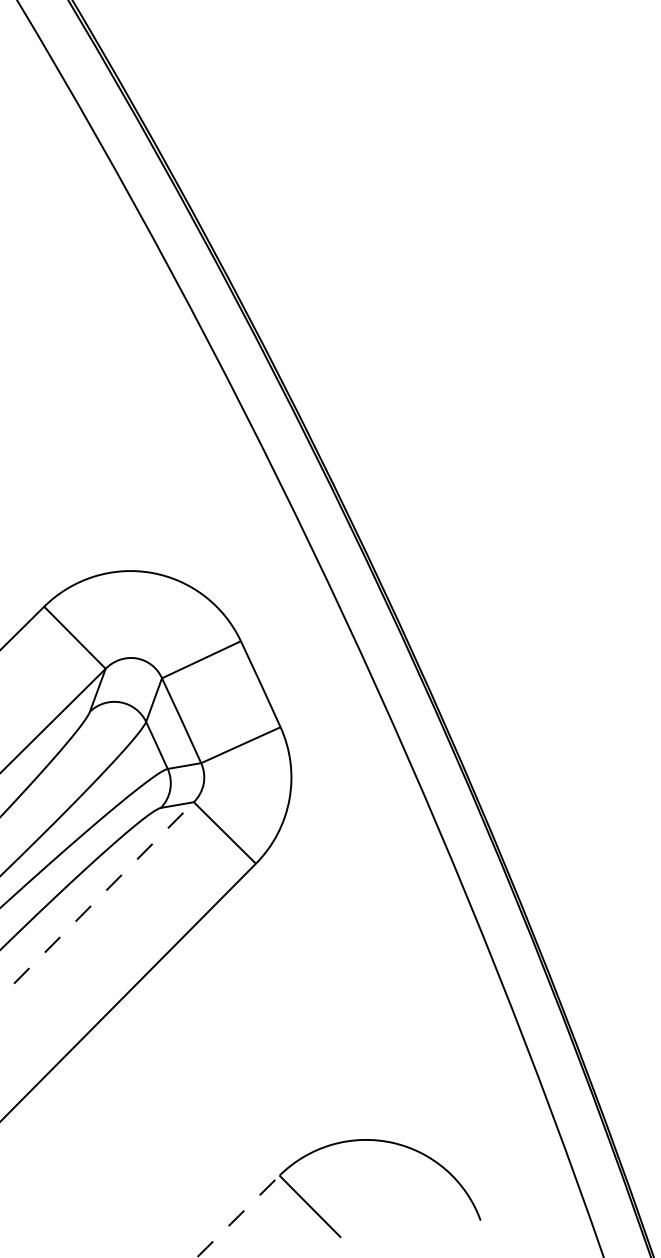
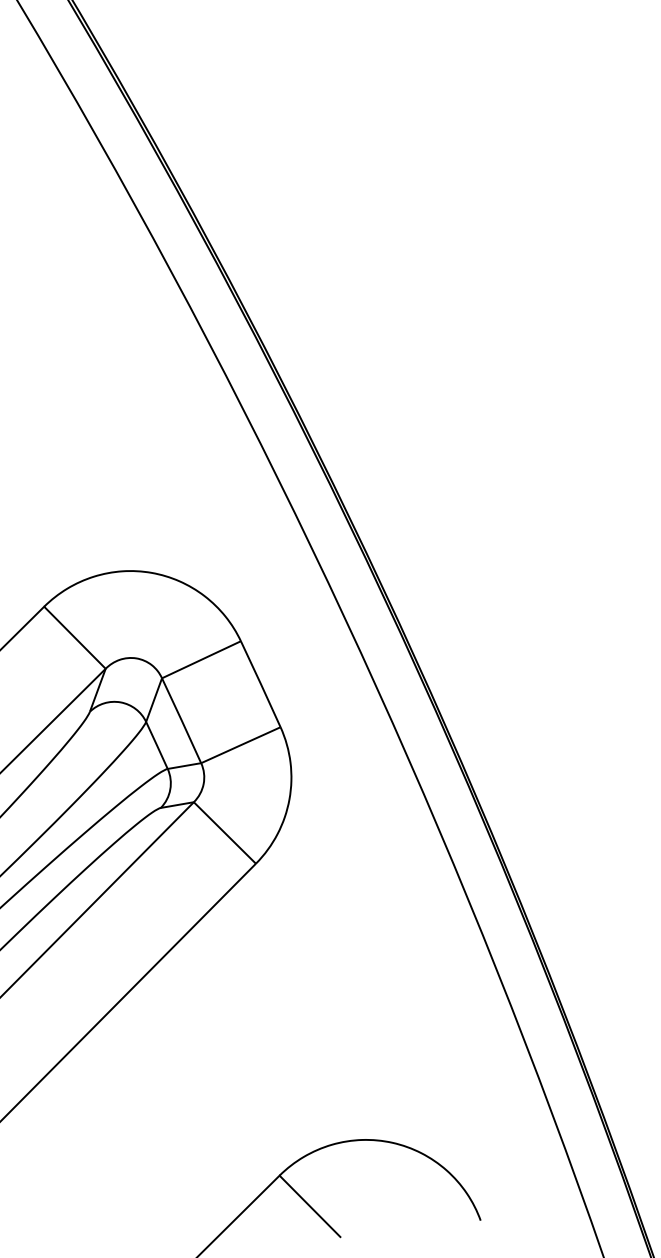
line at (97, 899): dashed -> solid
line at (238, 1216): dashed -> solid
